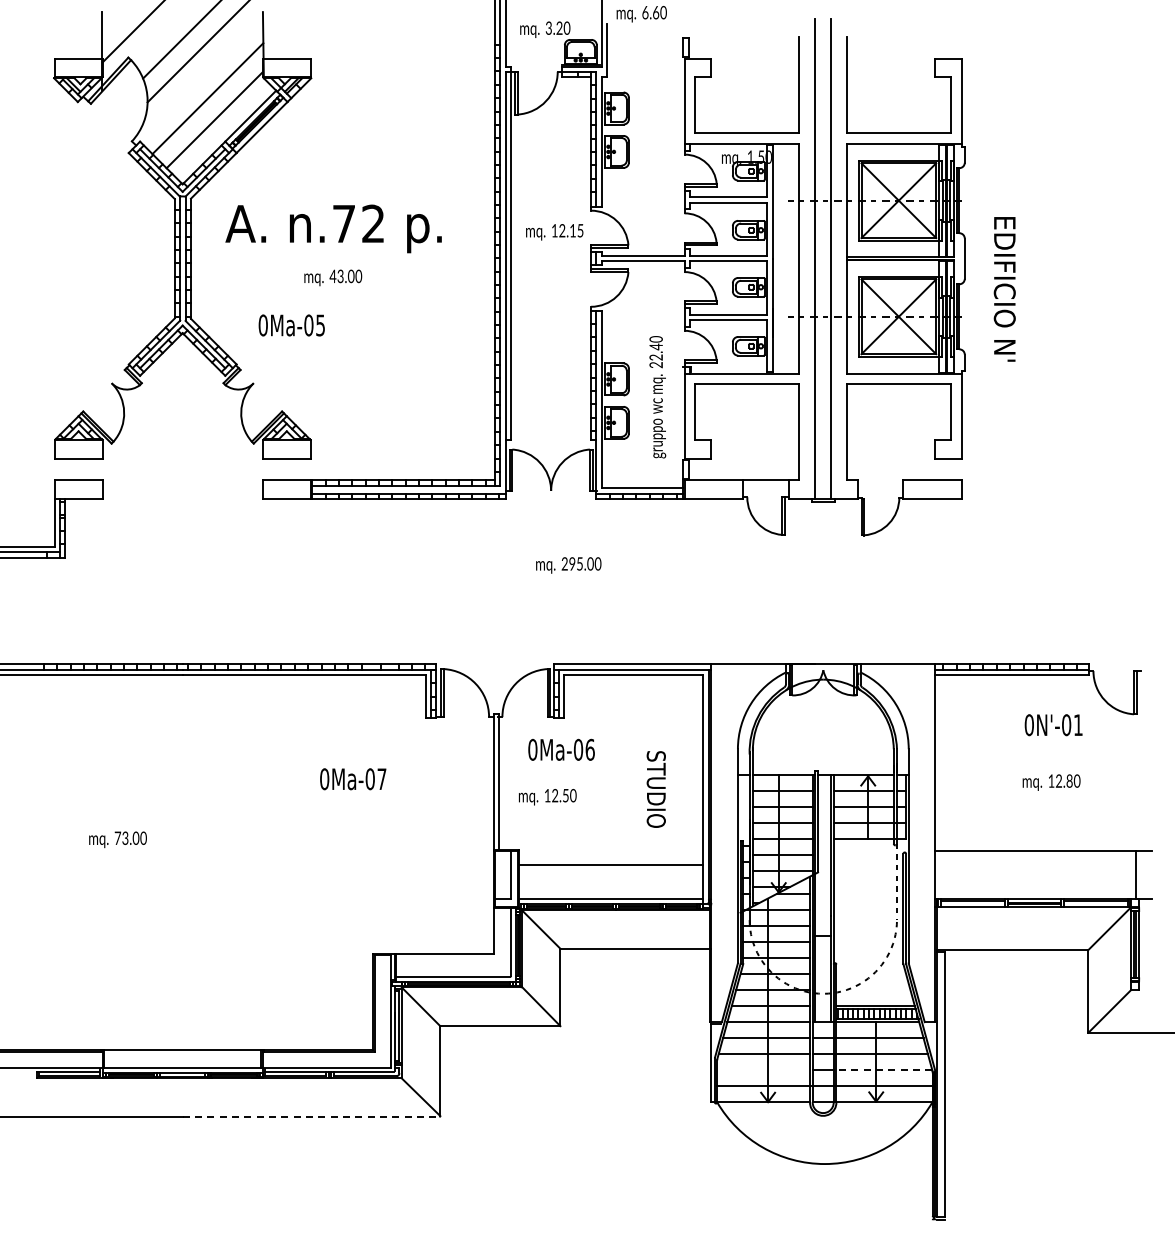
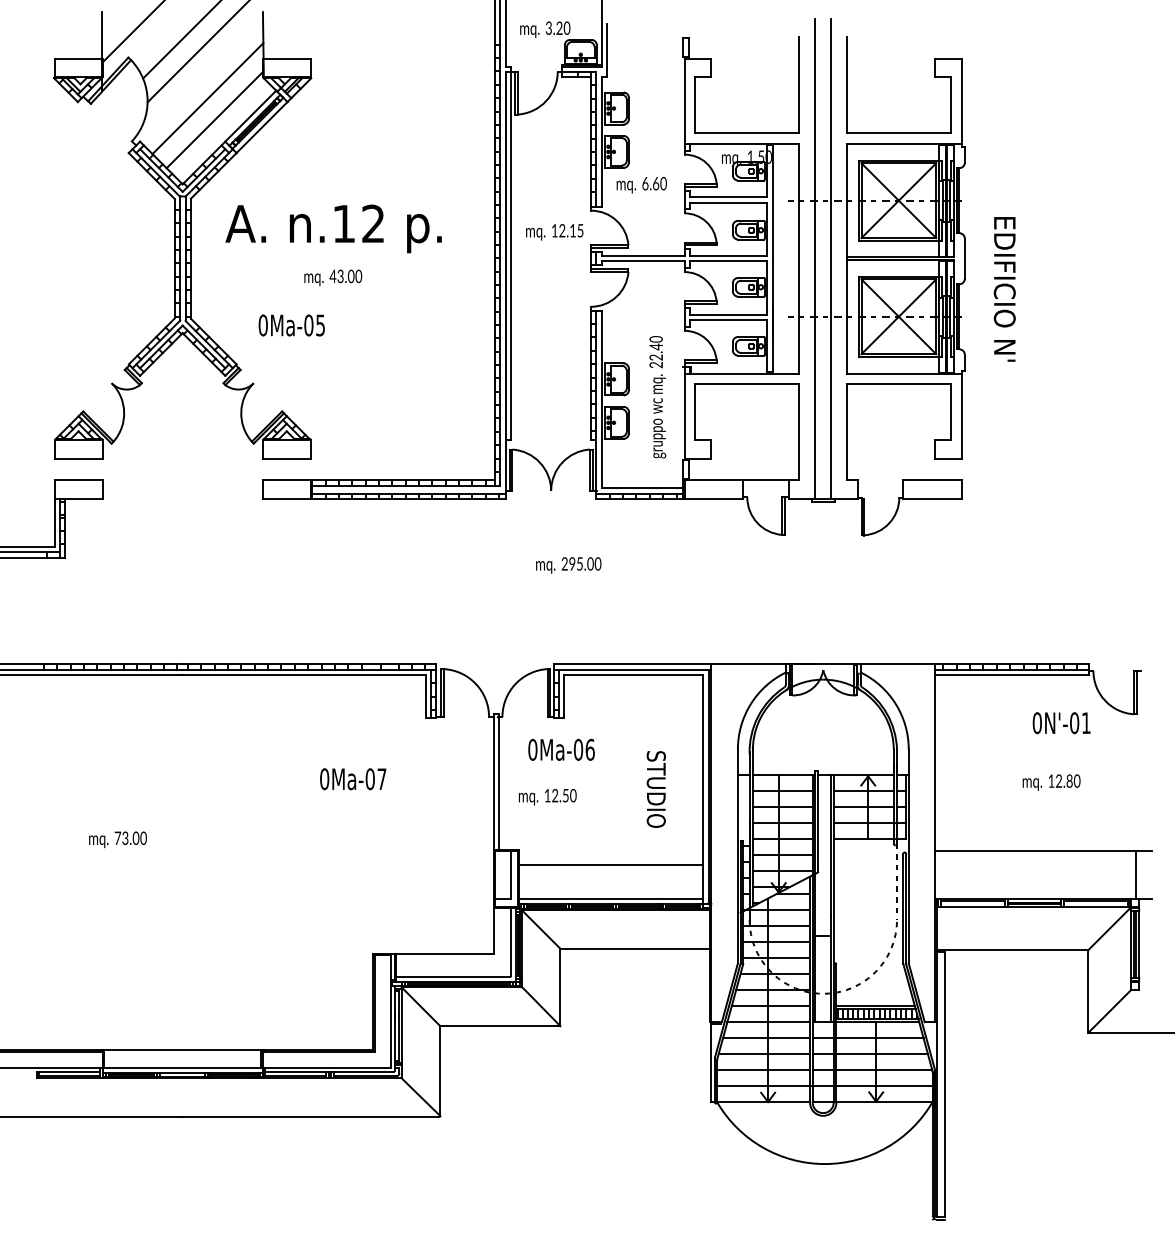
text at (641, 14) position: (641, 14) -> (641, 185)
text at (343, 223): n.72 -> n.12
text at (1053, 725) position: (1053, 725) -> (1061, 723)
line at (763, 1070): none -> present
line at (884, 1070): dashed -> solid
line at (311, 1116): dashed -> solid
